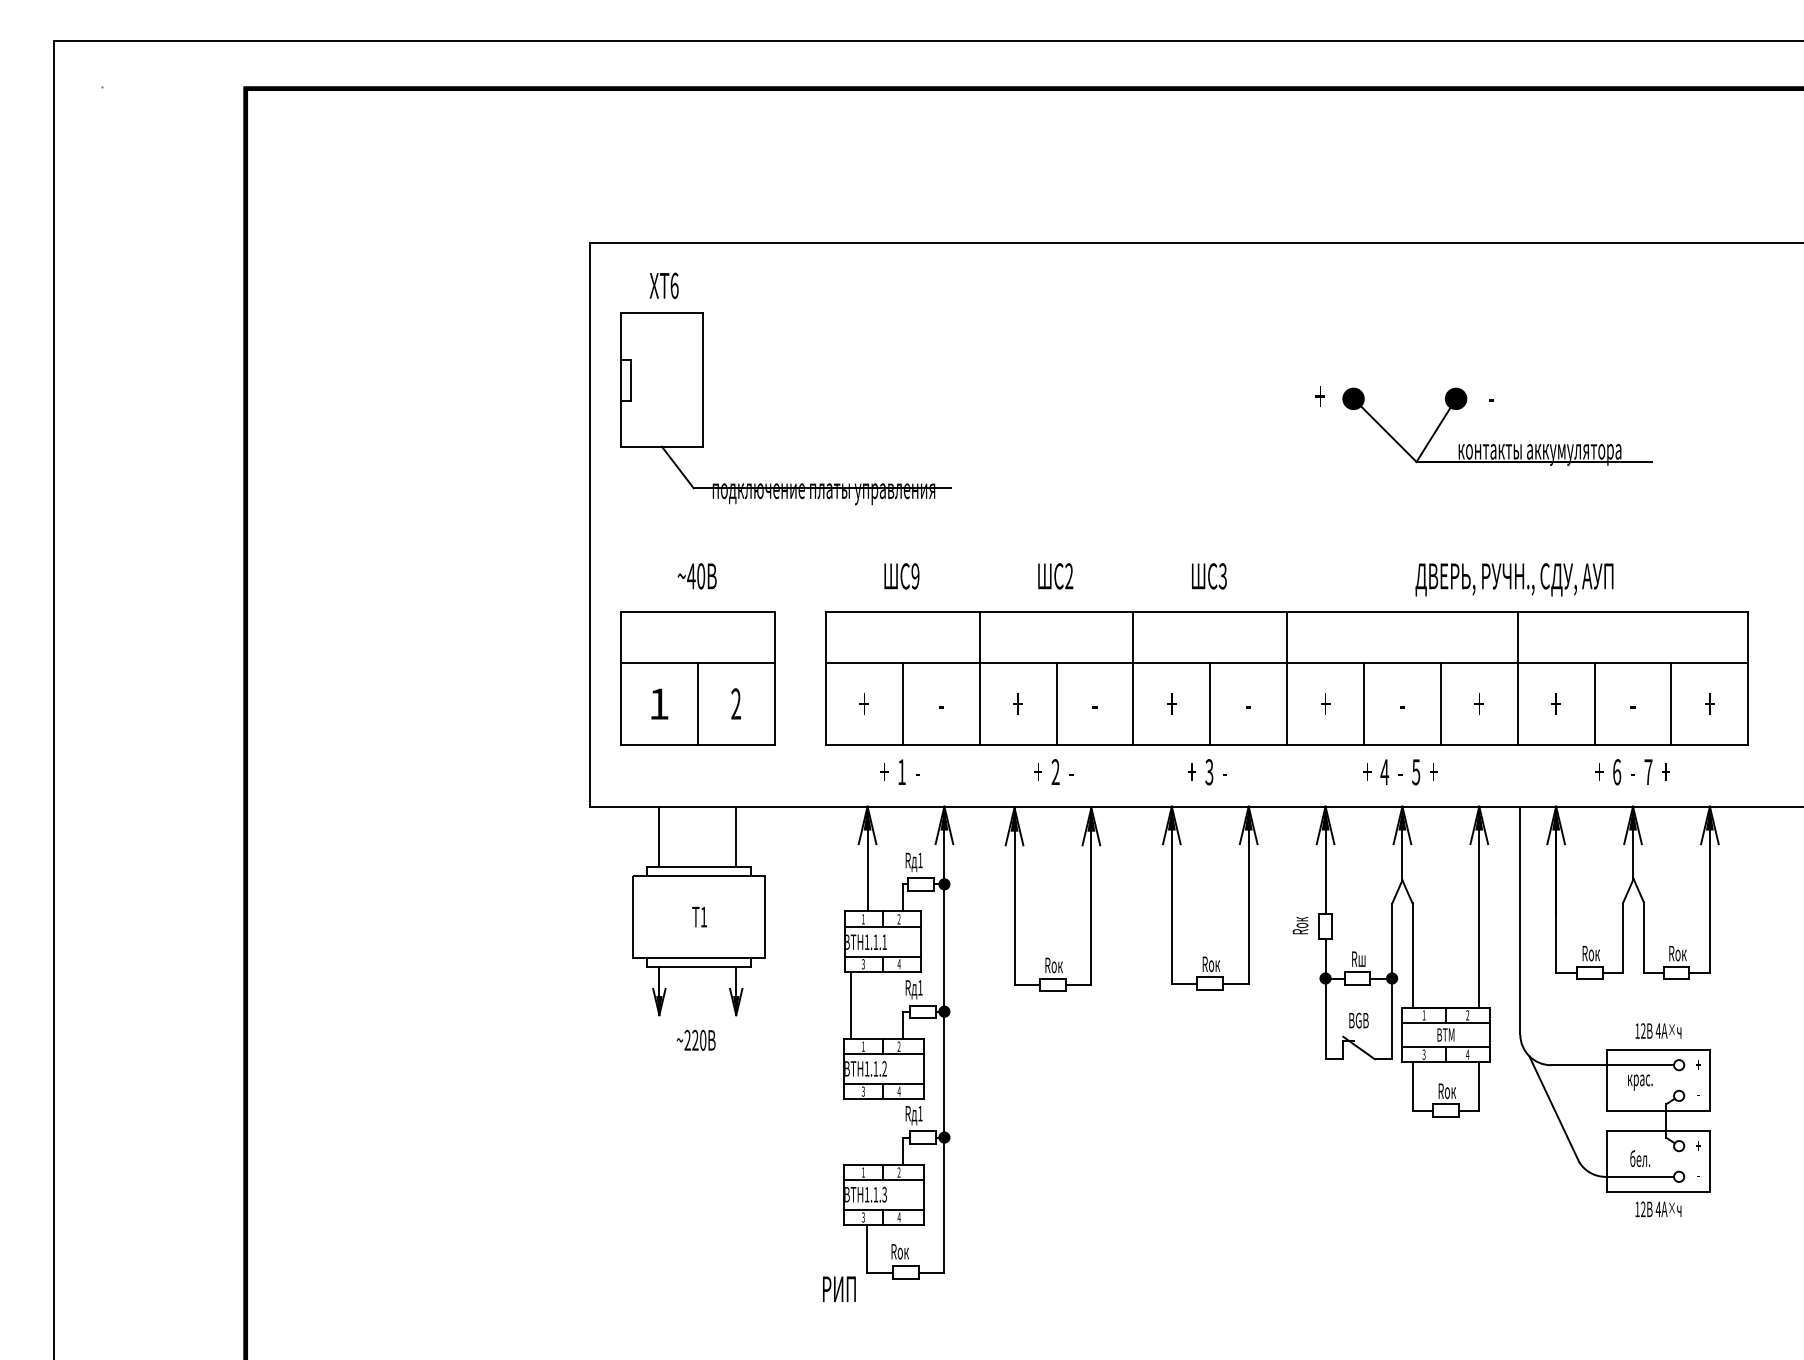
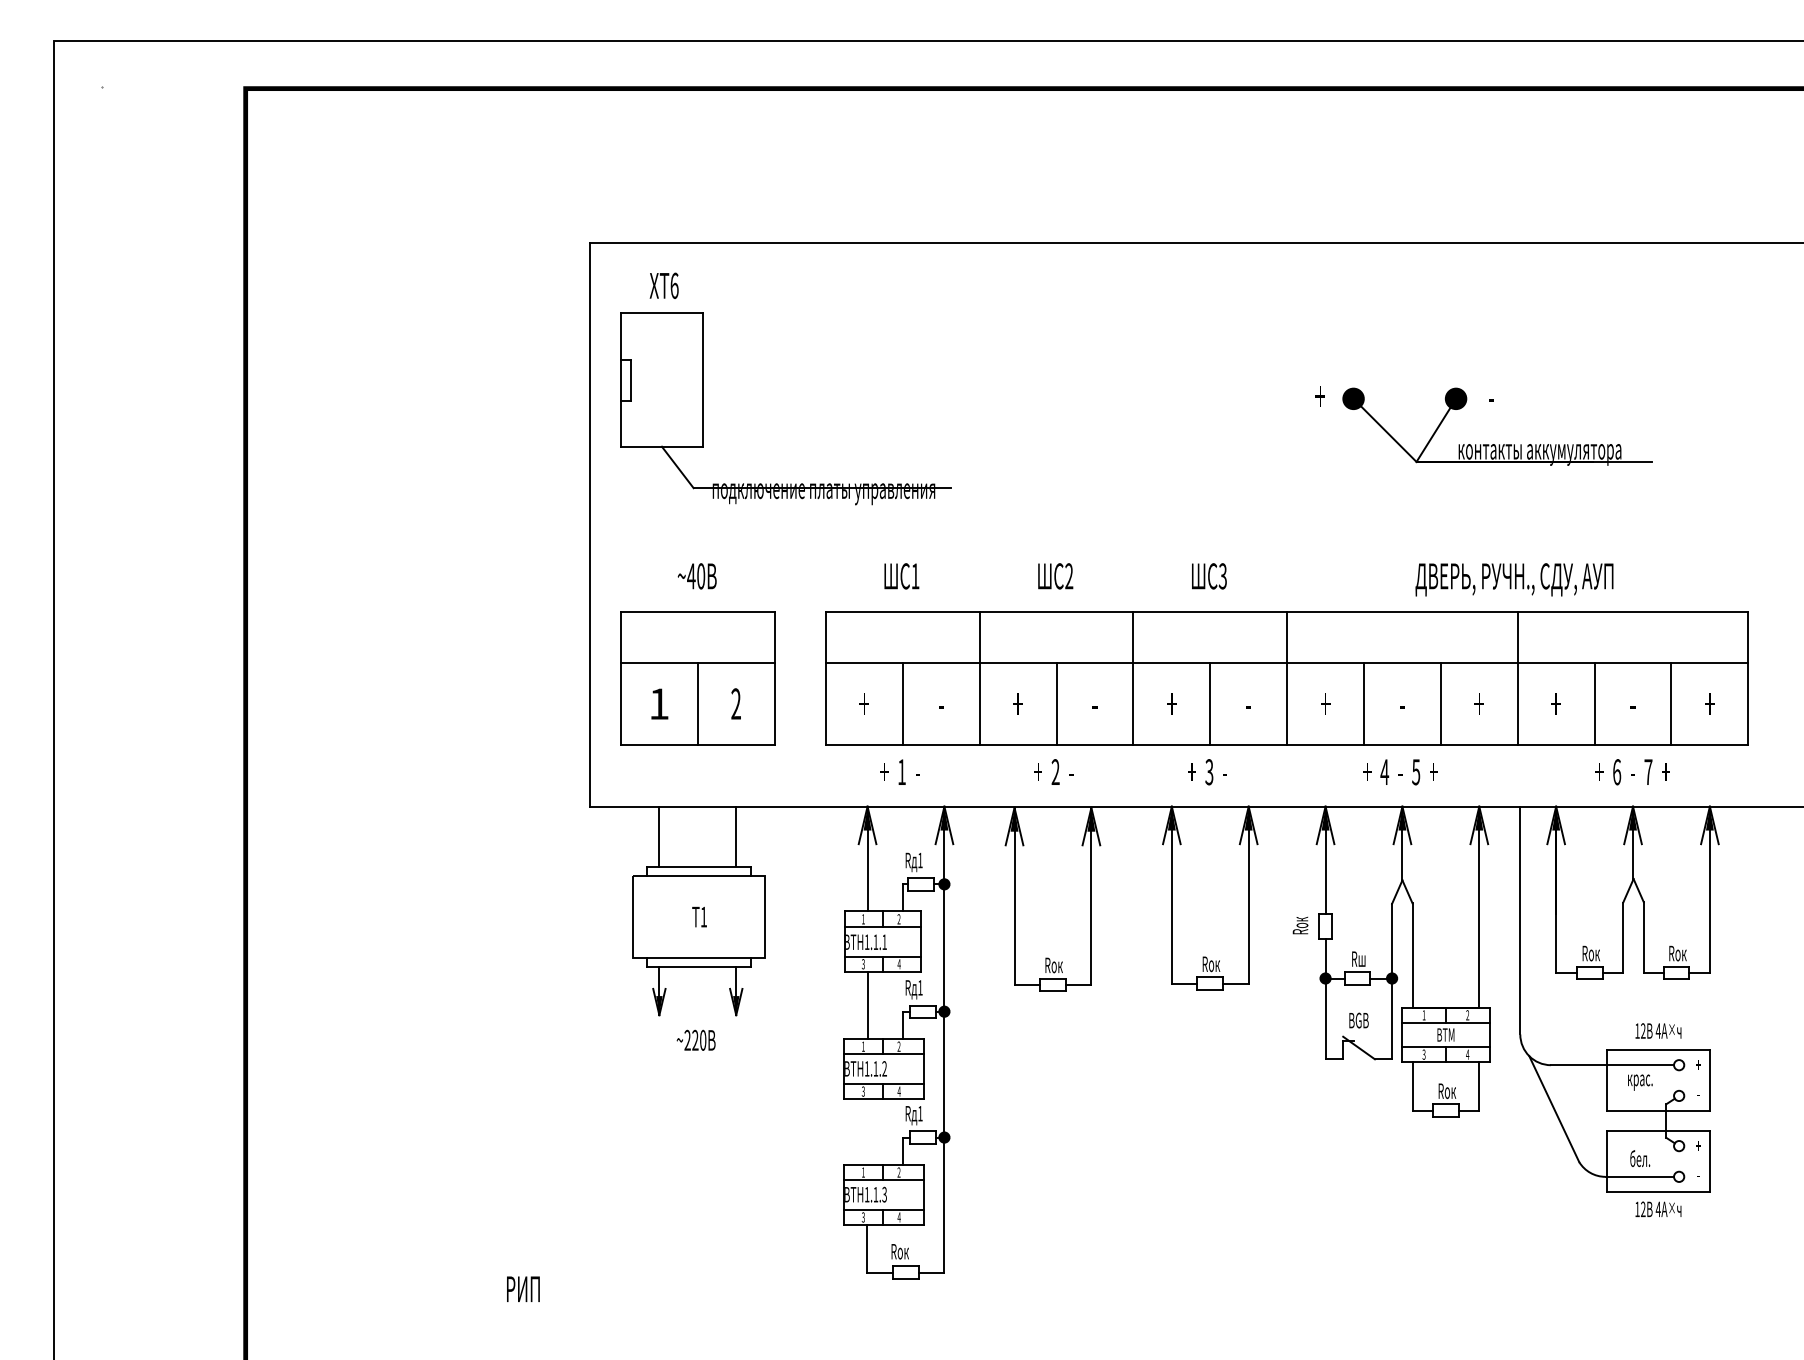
text at (915, 576): 9 -> 1
line at (850, 1005) position: (850, 1005) -> (867, 1005)
text at (839, 1288) position: (839, 1288) -> (523, 1288)
